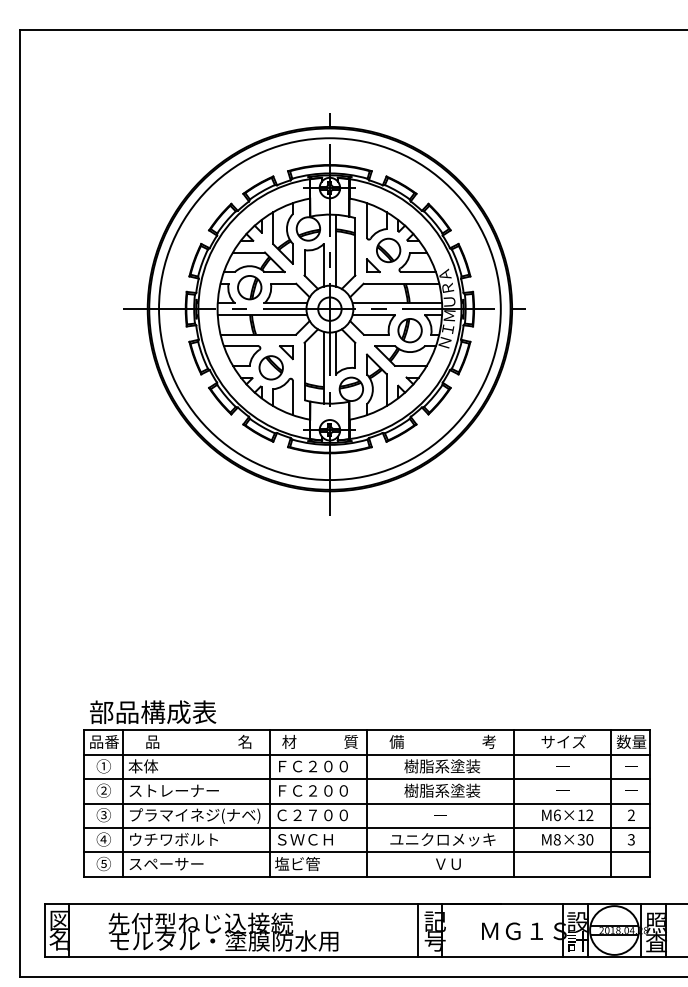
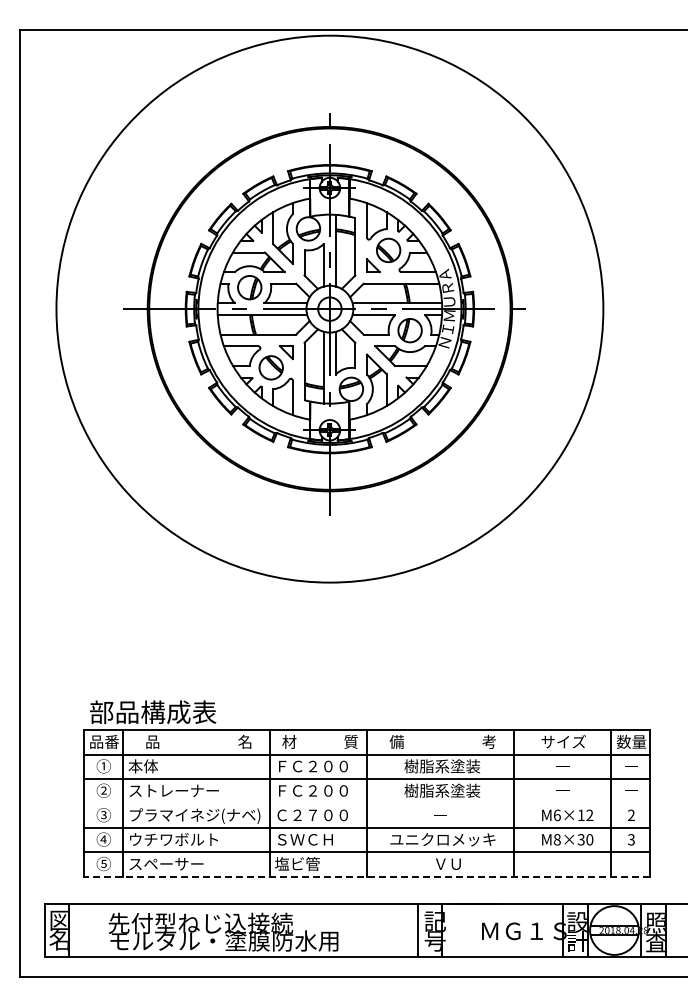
circle at (329, 309) diameter: 342 px -> 547 px
line at (366, 803): present -> none
line at (366, 876): solid -> dashed
